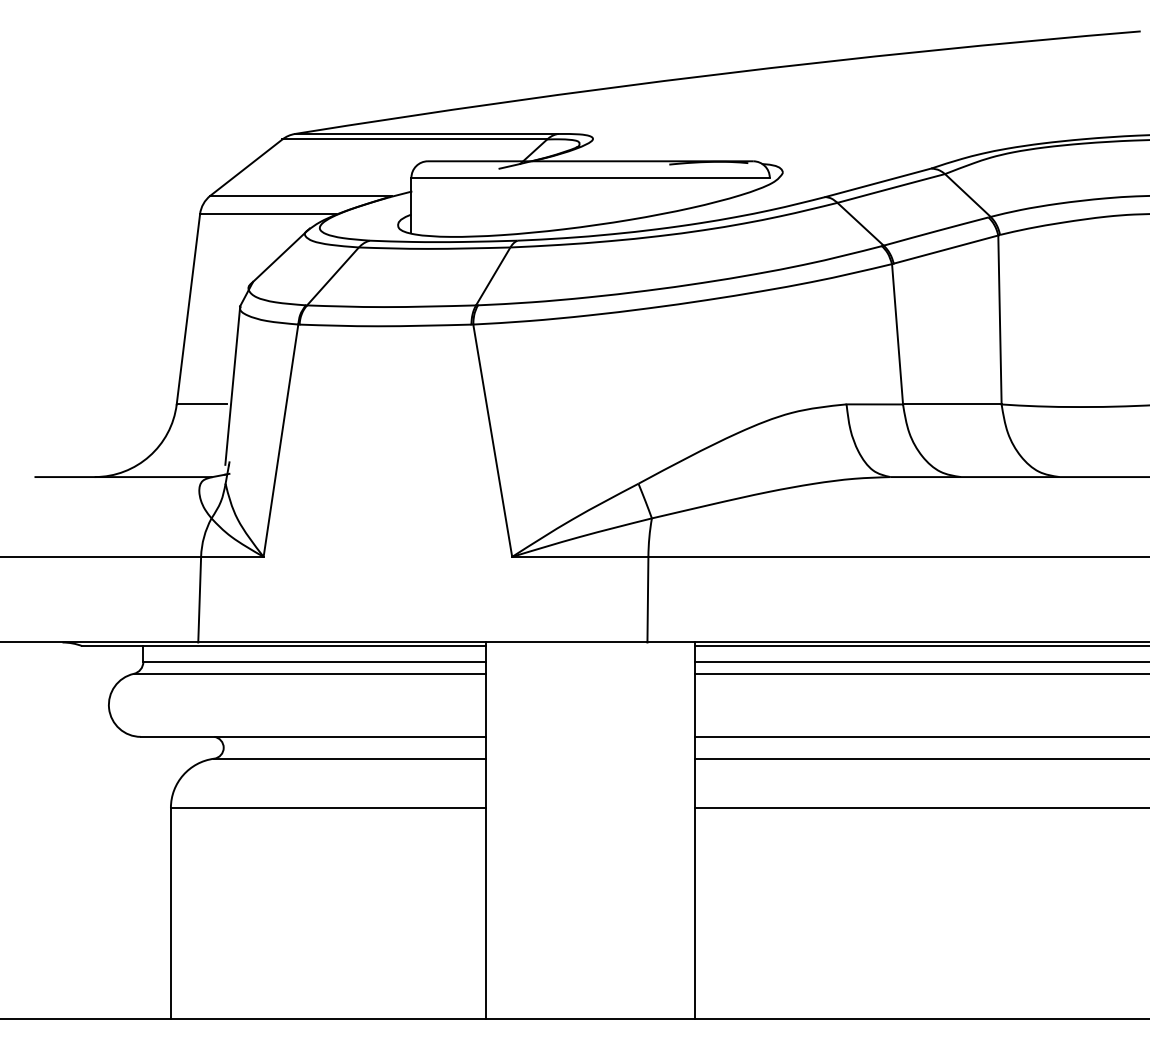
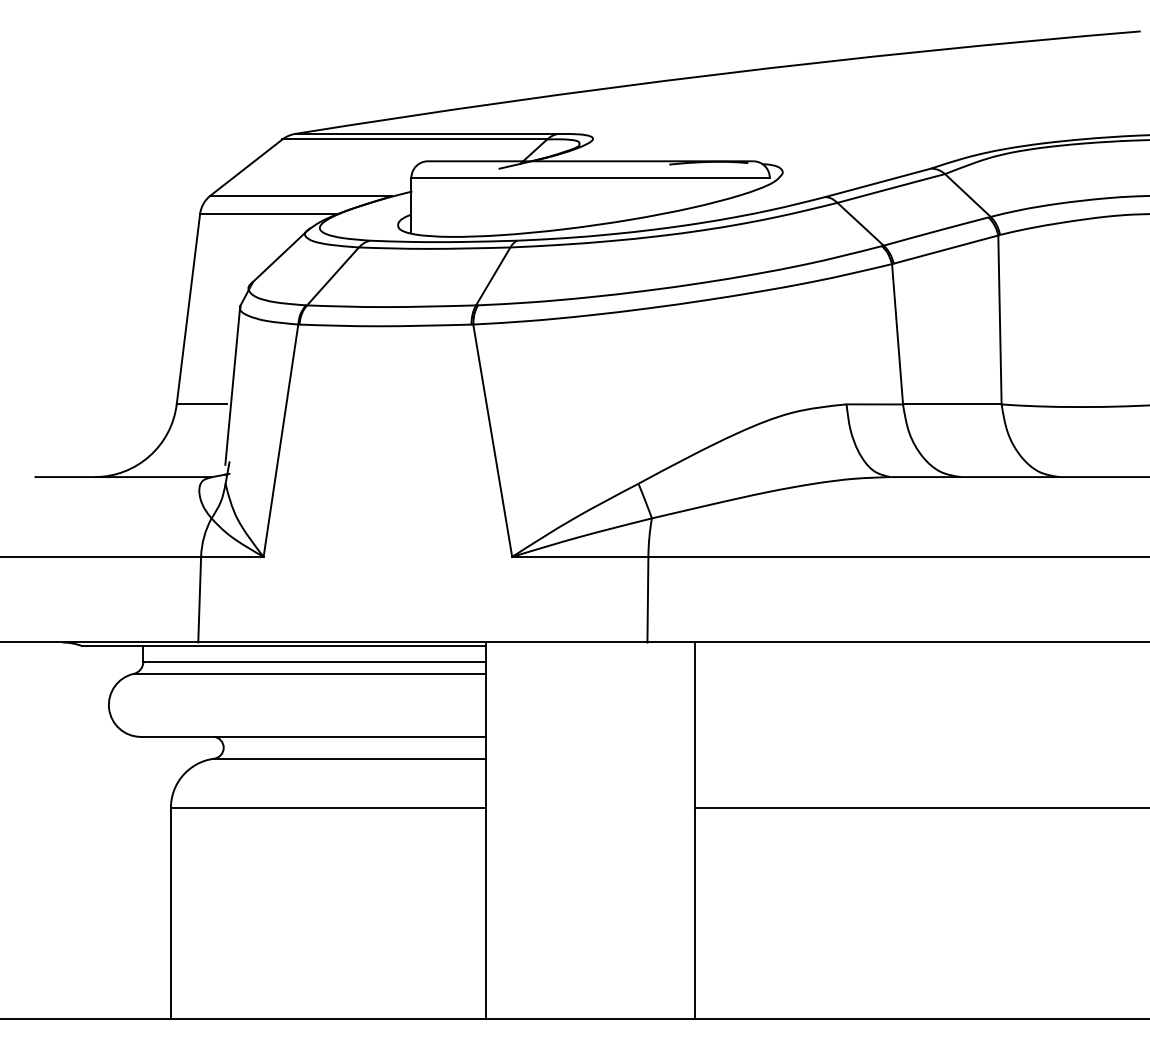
line at (920, 646): present -> none
line at (920, 661): present -> none
line at (920, 673): present -> none
line at (920, 736): present -> none
line at (920, 758): present -> none
